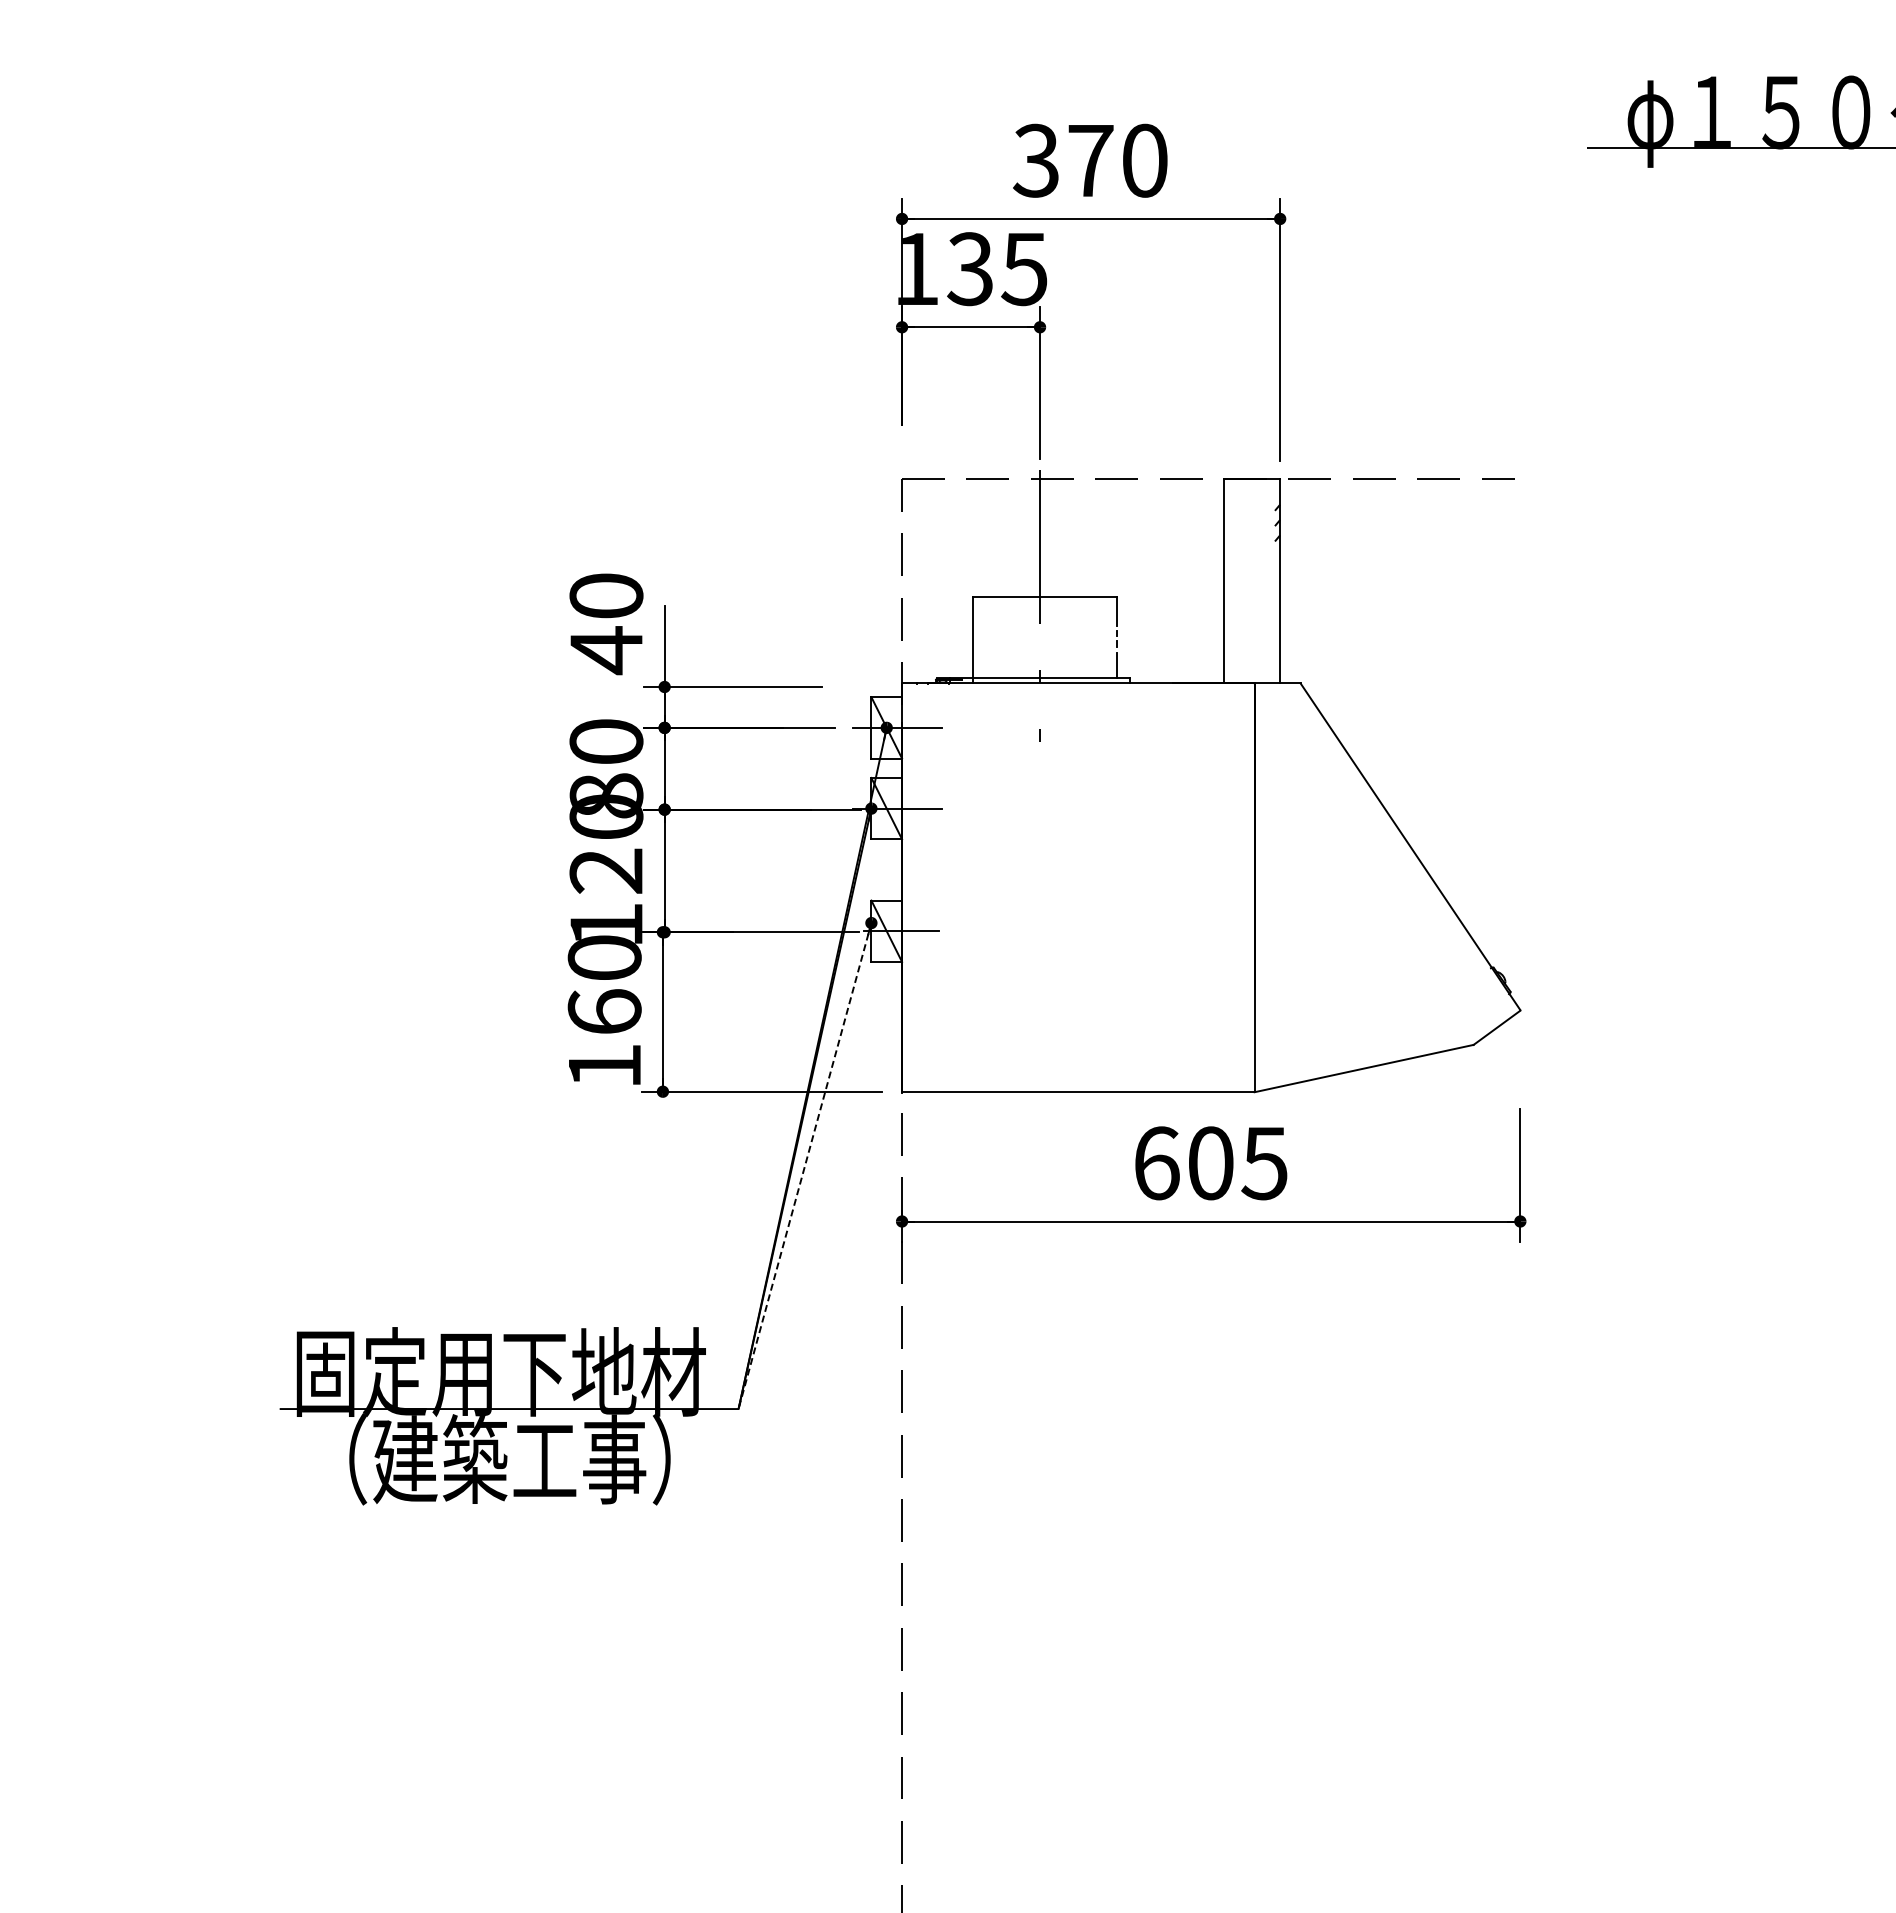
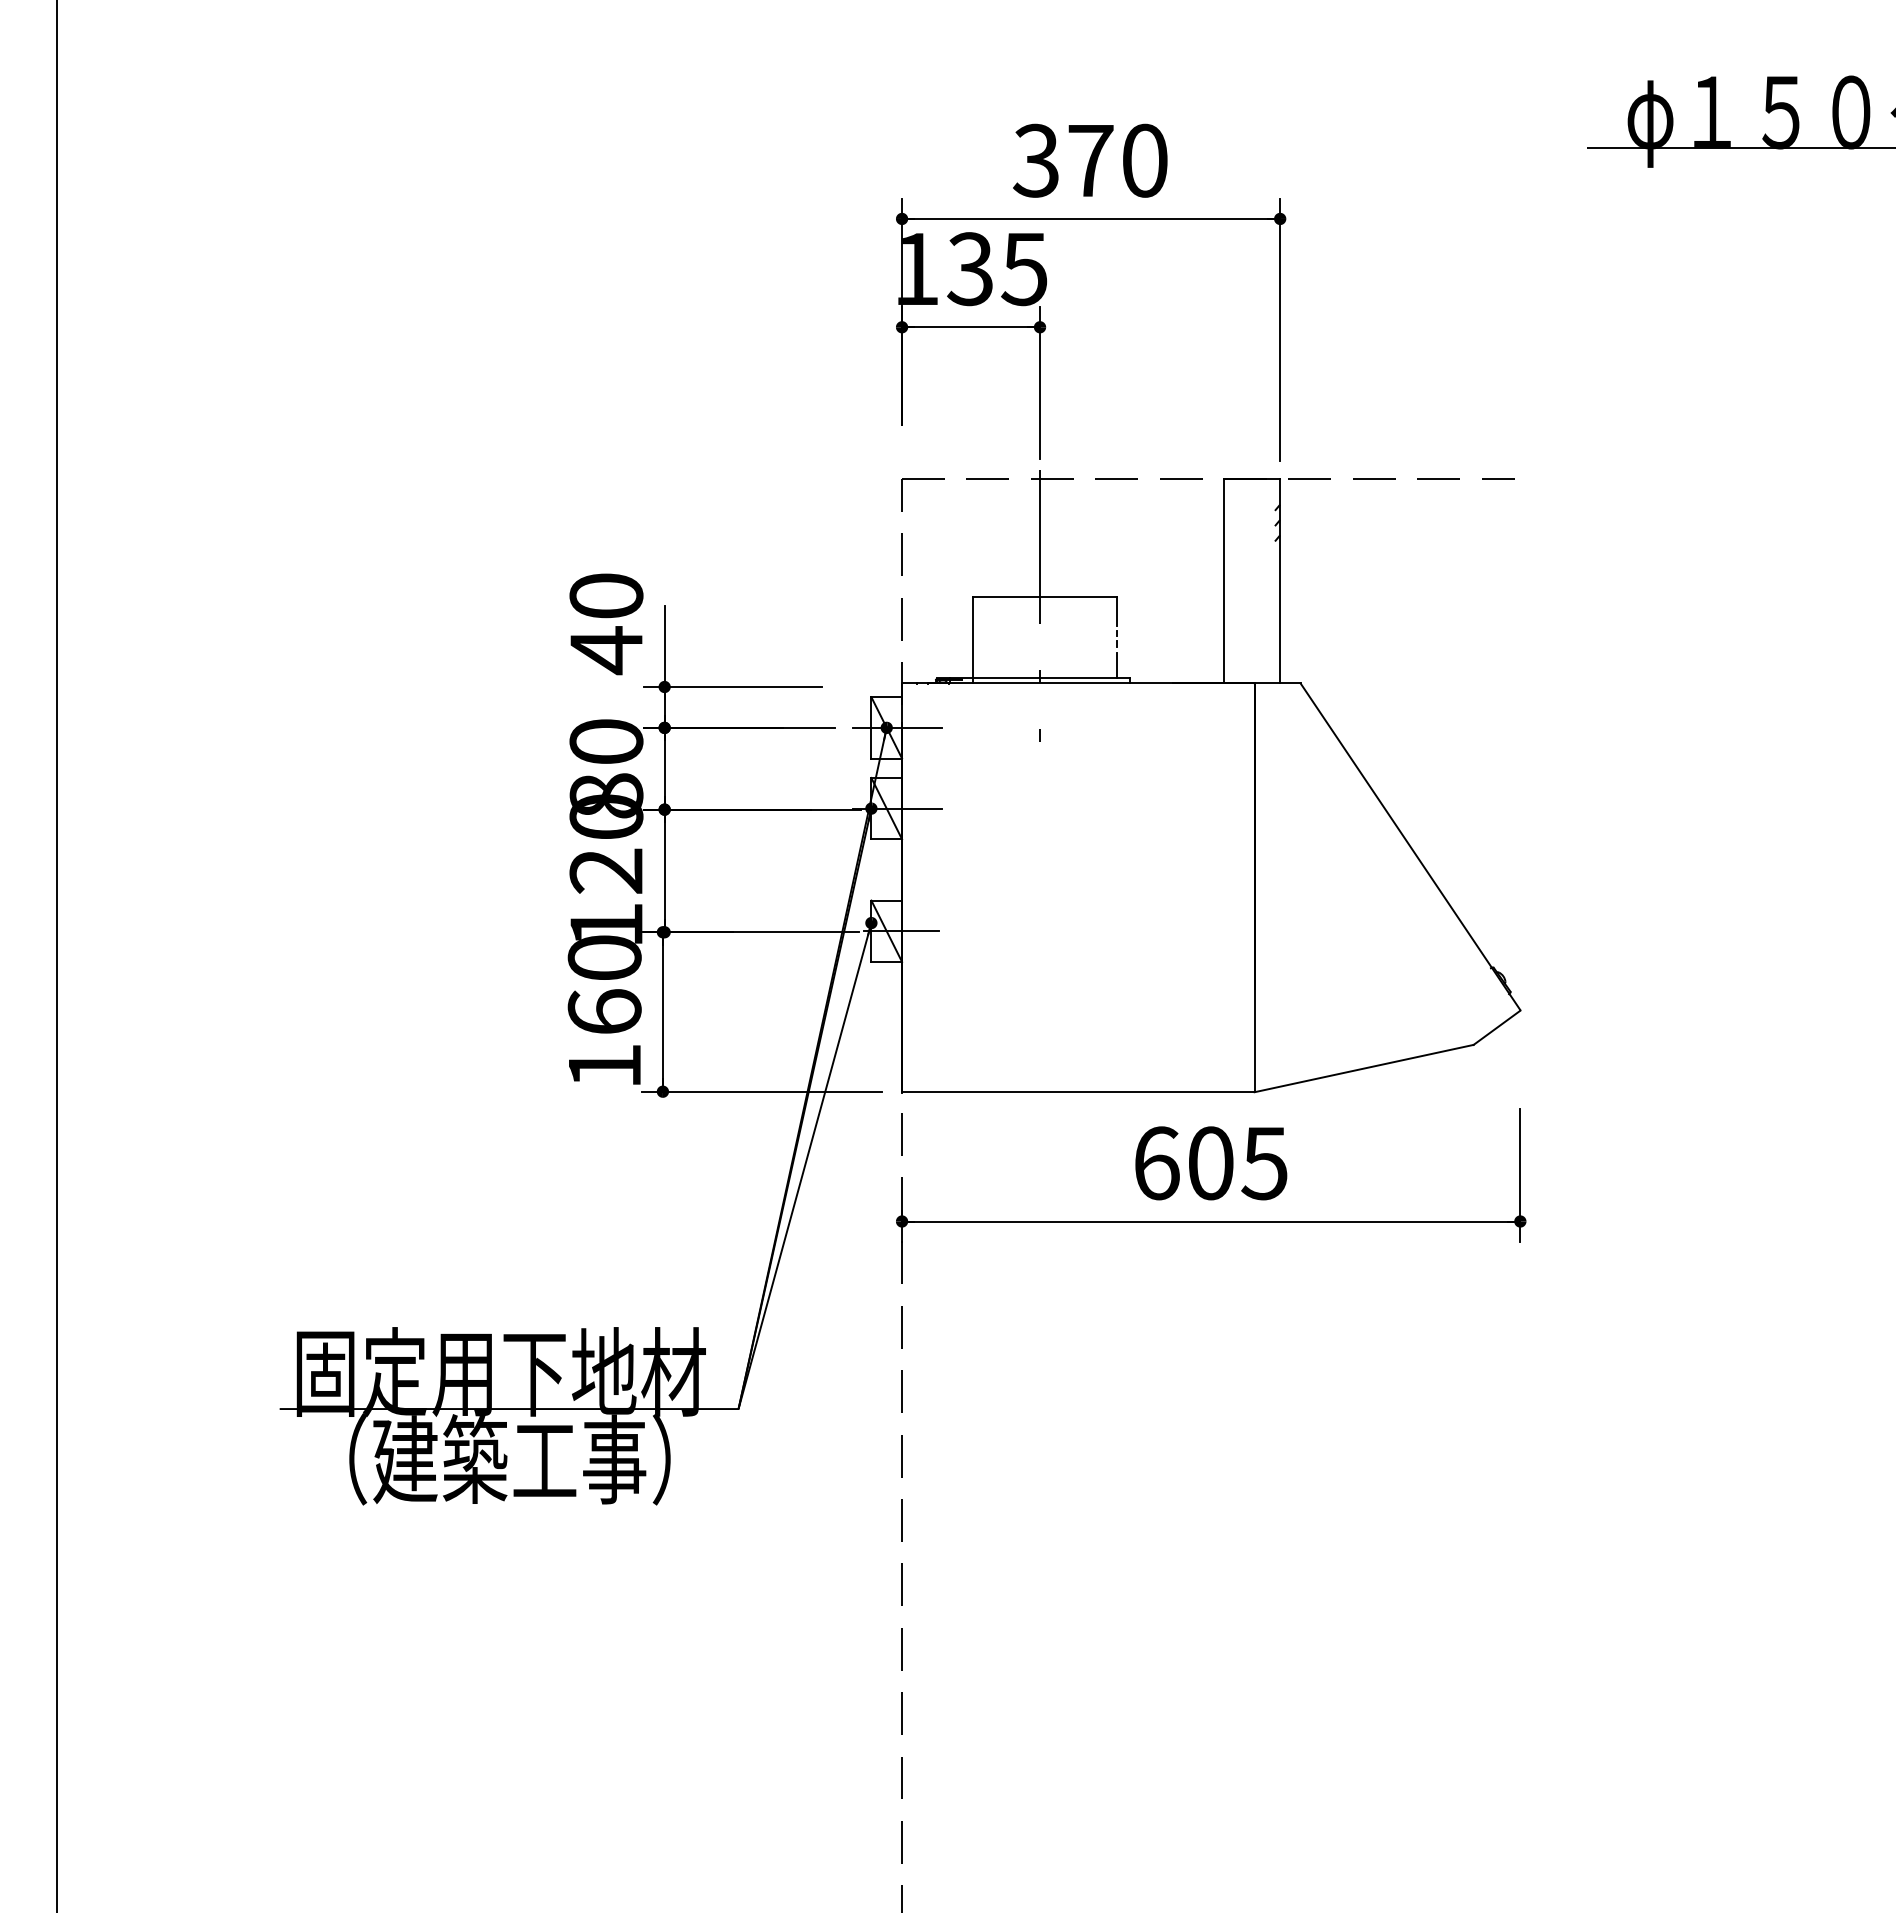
line at (56, 955): none -> present
line at (804, 1166): dashed -> solid
